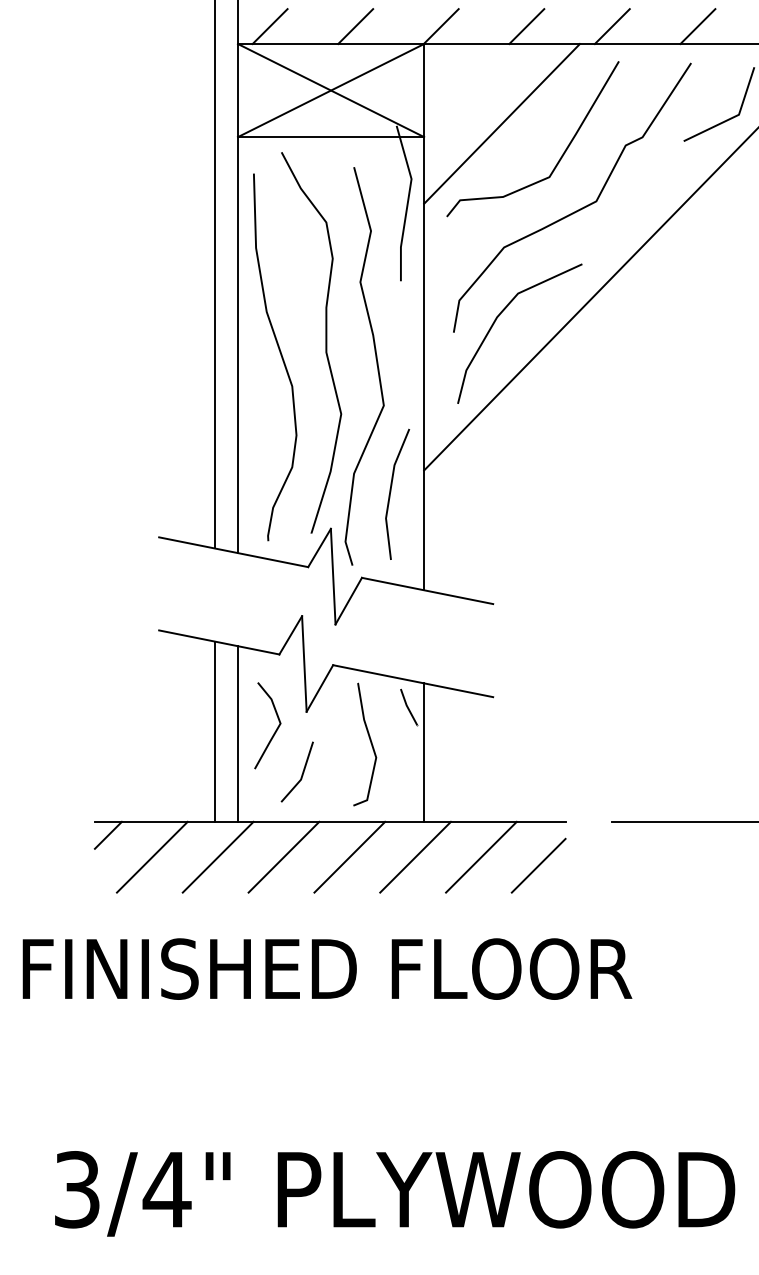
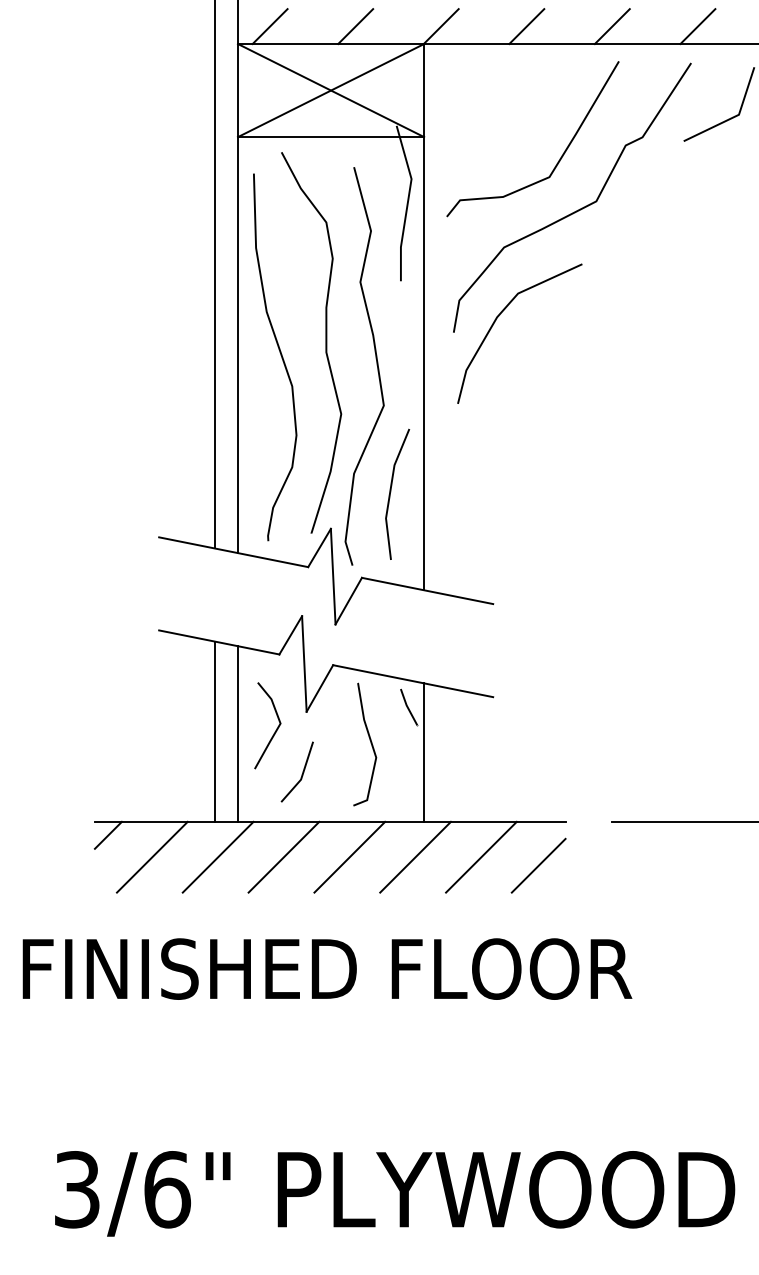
line at (501, 123): present -> none
line at (589, 300): present -> none
text at (166, 1189): 3/4" -> 3/6"
